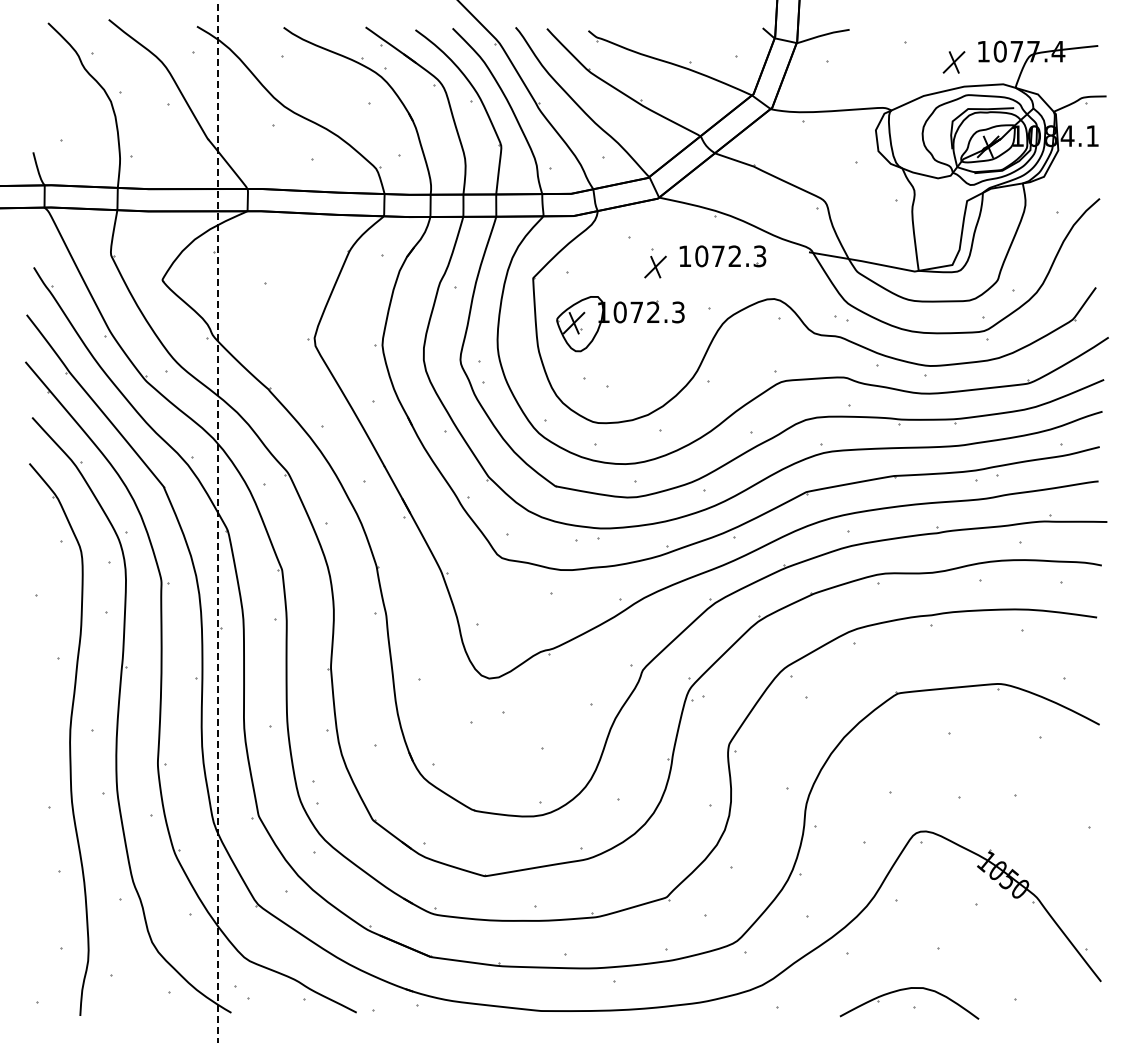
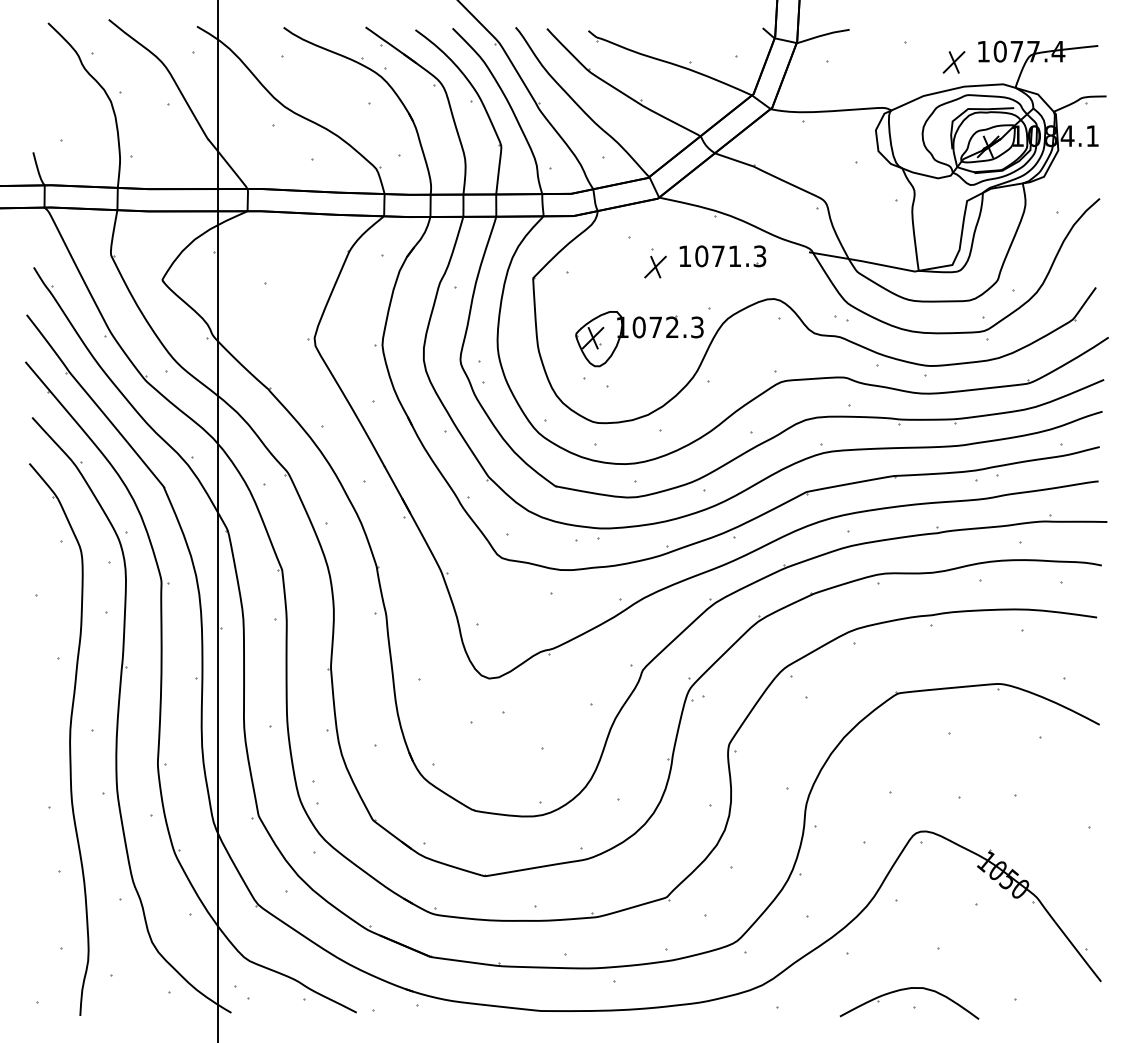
text at (734, 255): 1072.3 -> 1071.3
part at (620, 324) position: (620, 324) -> (639, 339)
line at (217, 520): dashed -> solid
